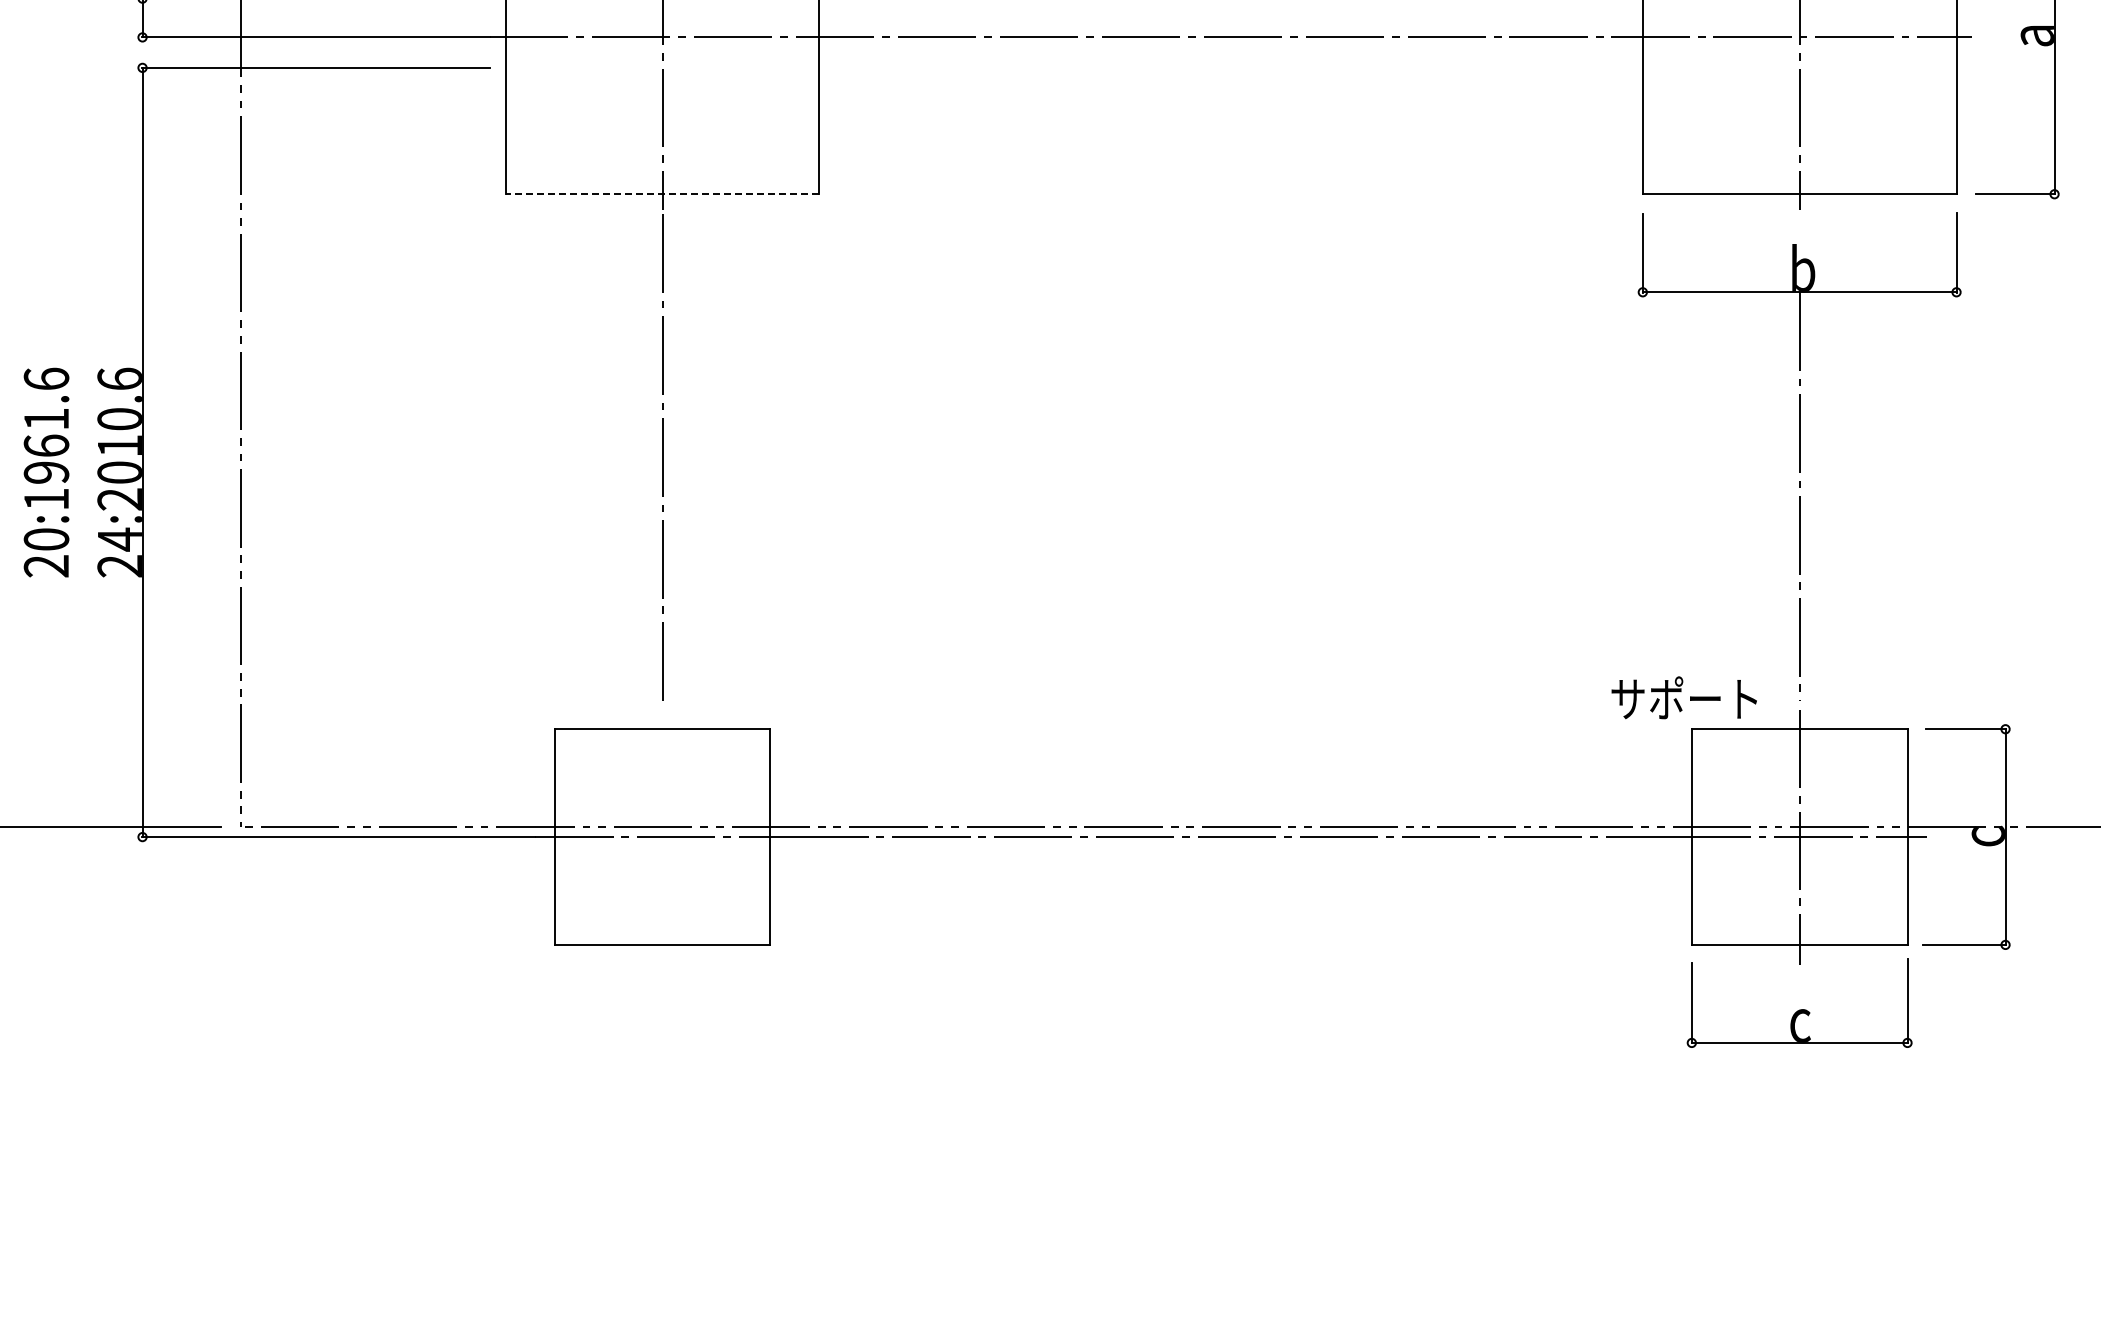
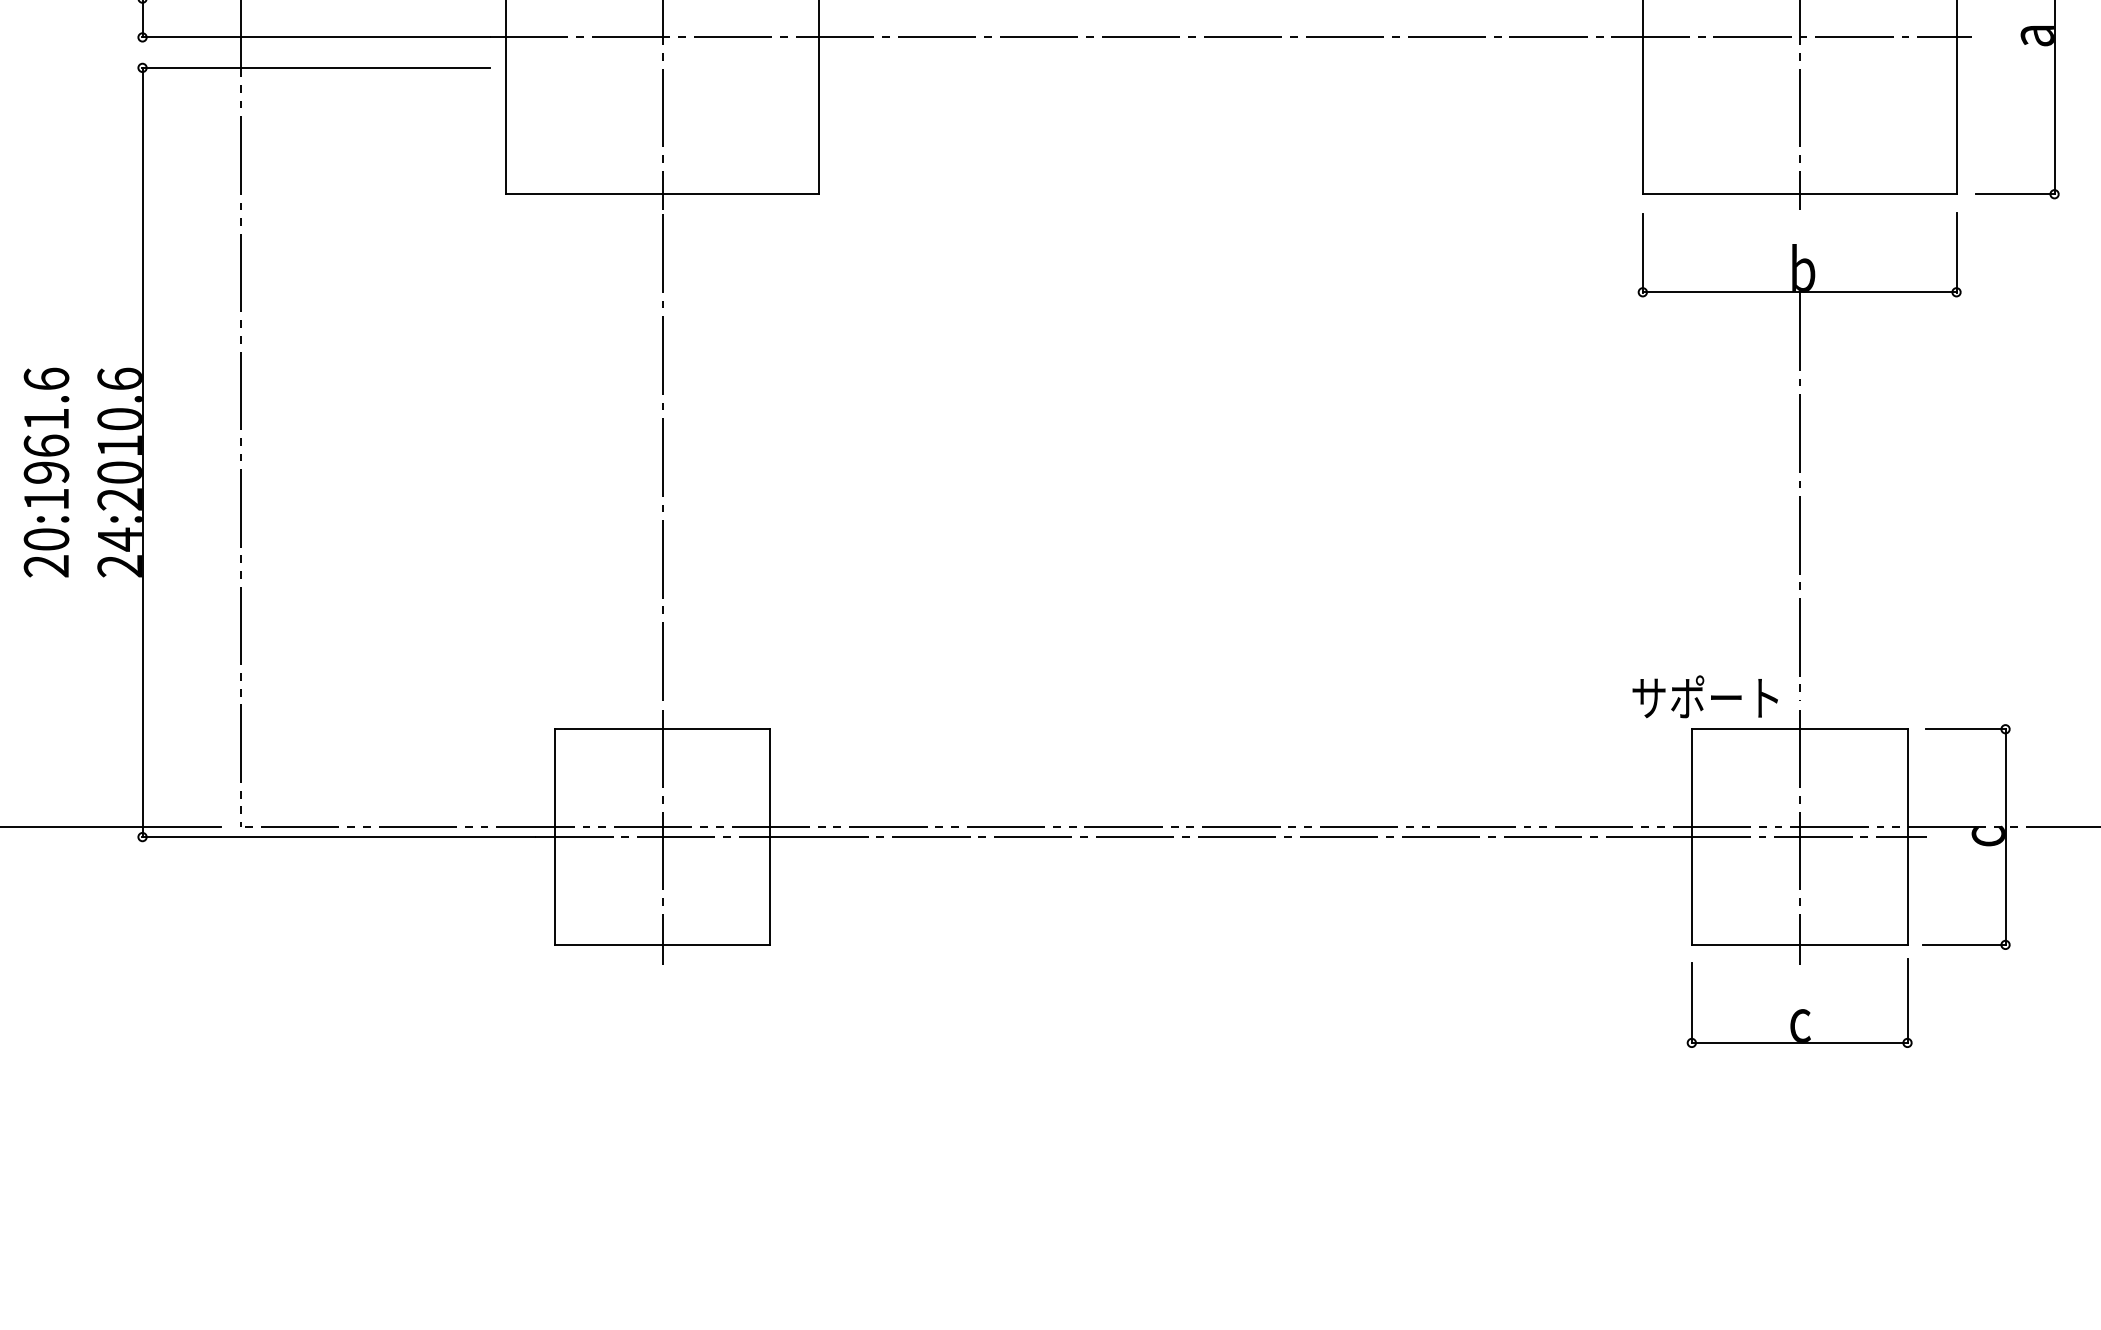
line at (662, 194): dashed -> solid
text at (1683, 697) position: (1683, 697) -> (1704, 696)
line at (662, 836): none -> present
